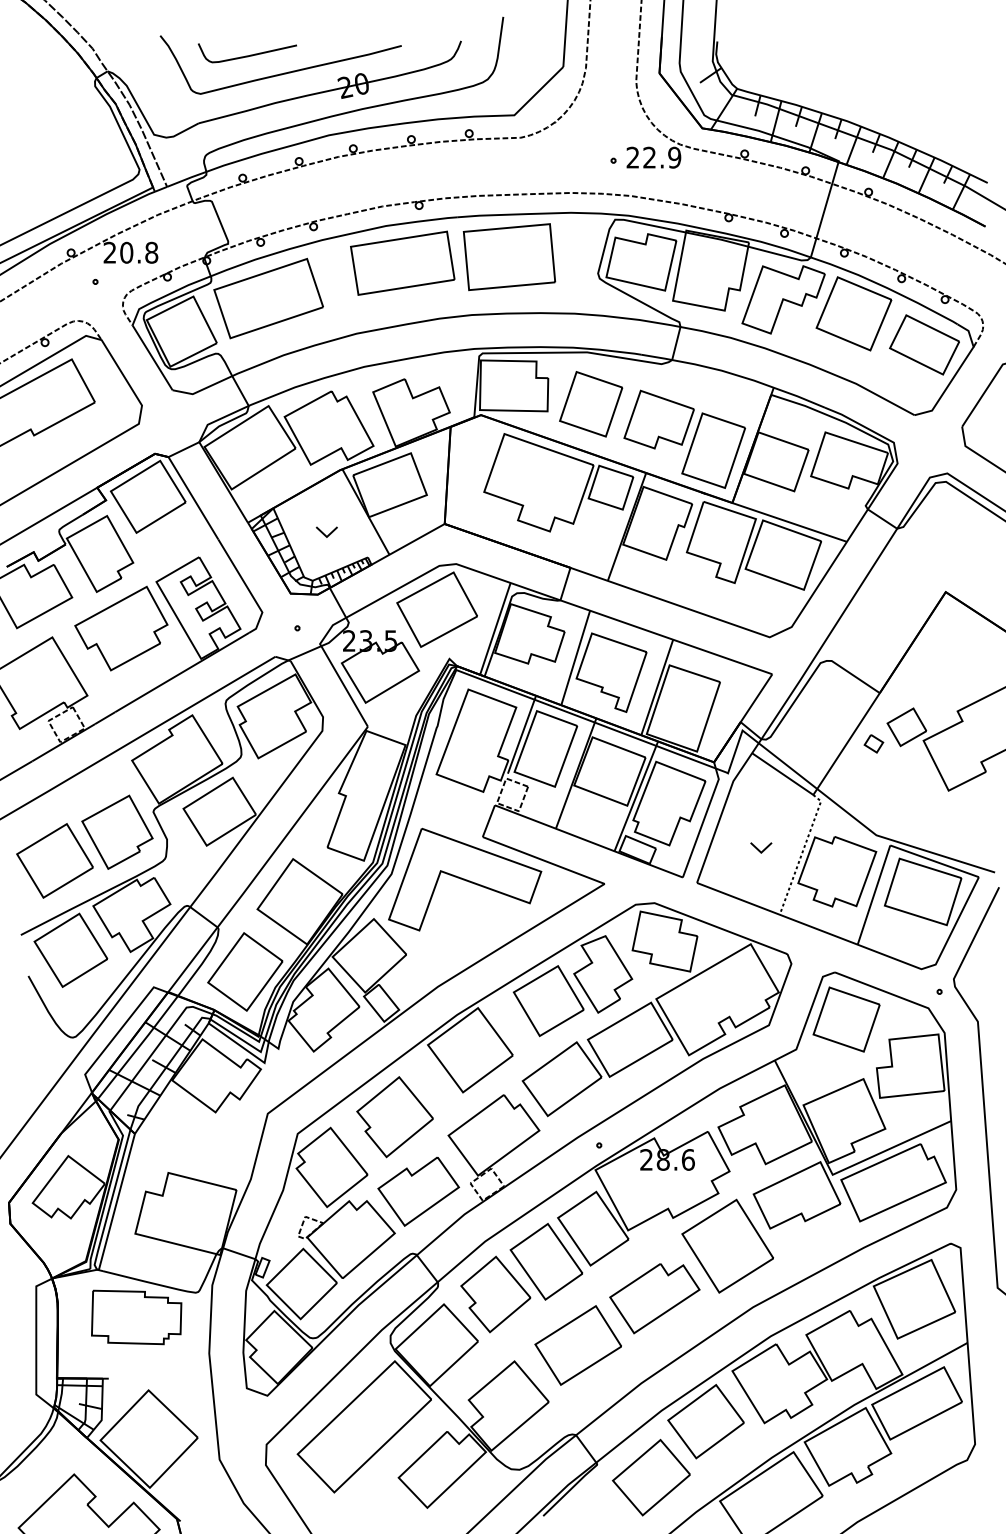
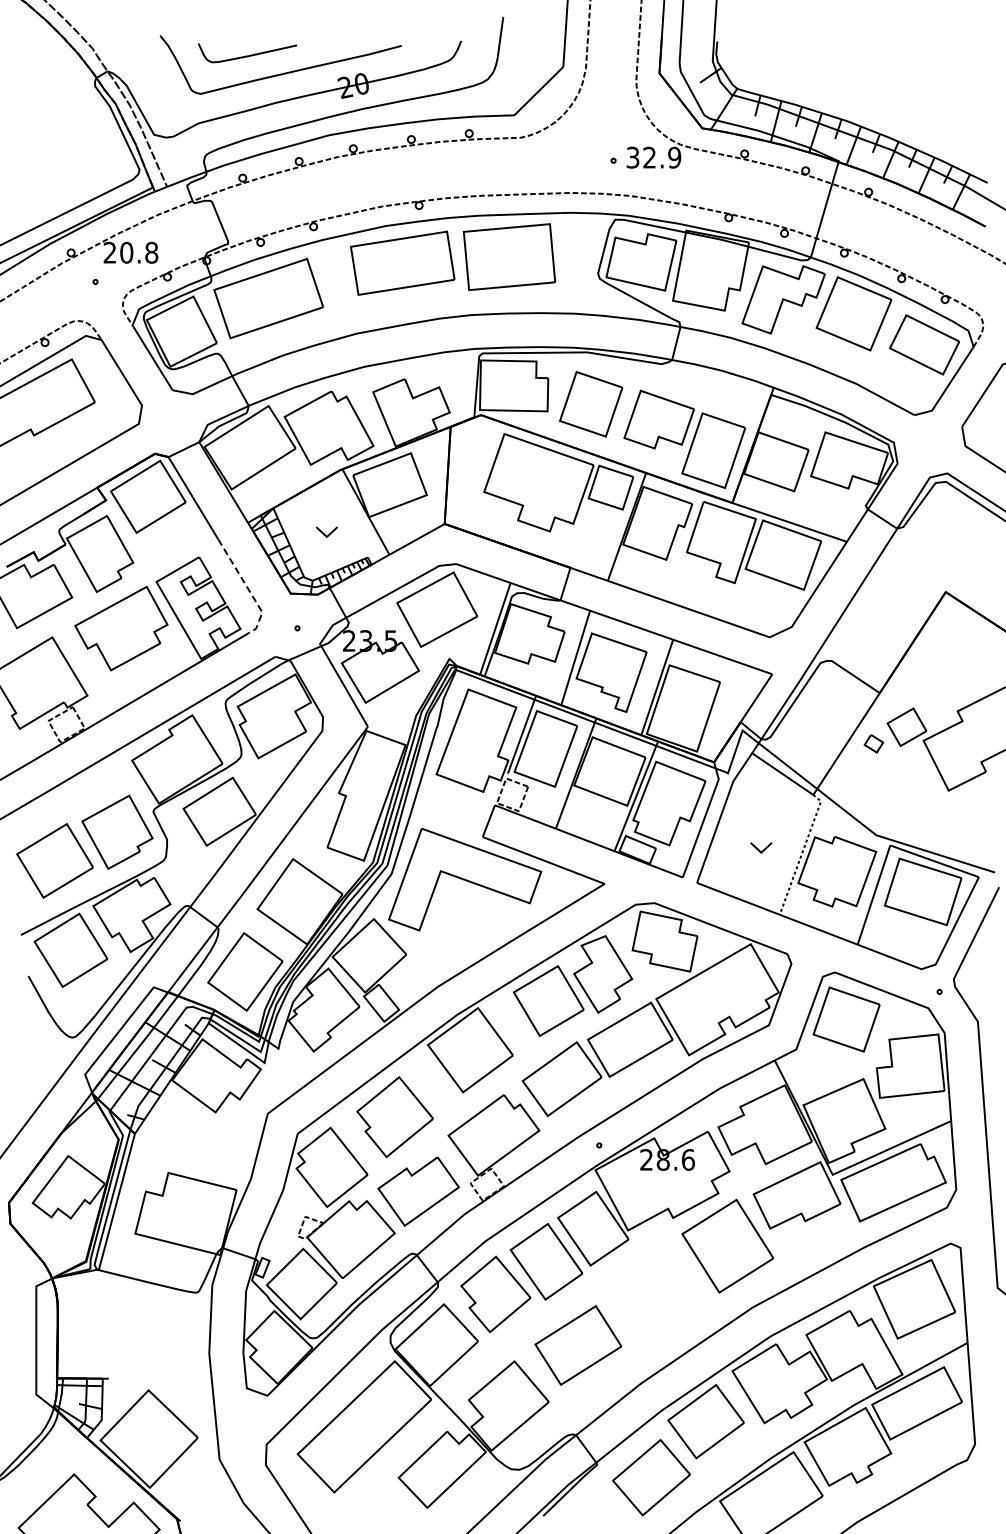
text at (632, 157): 22.9 -> 32.9
line at (248, 588): solid -> dashed
part at (654, 1298): present -> none
part at (136, 1317): present -> none
